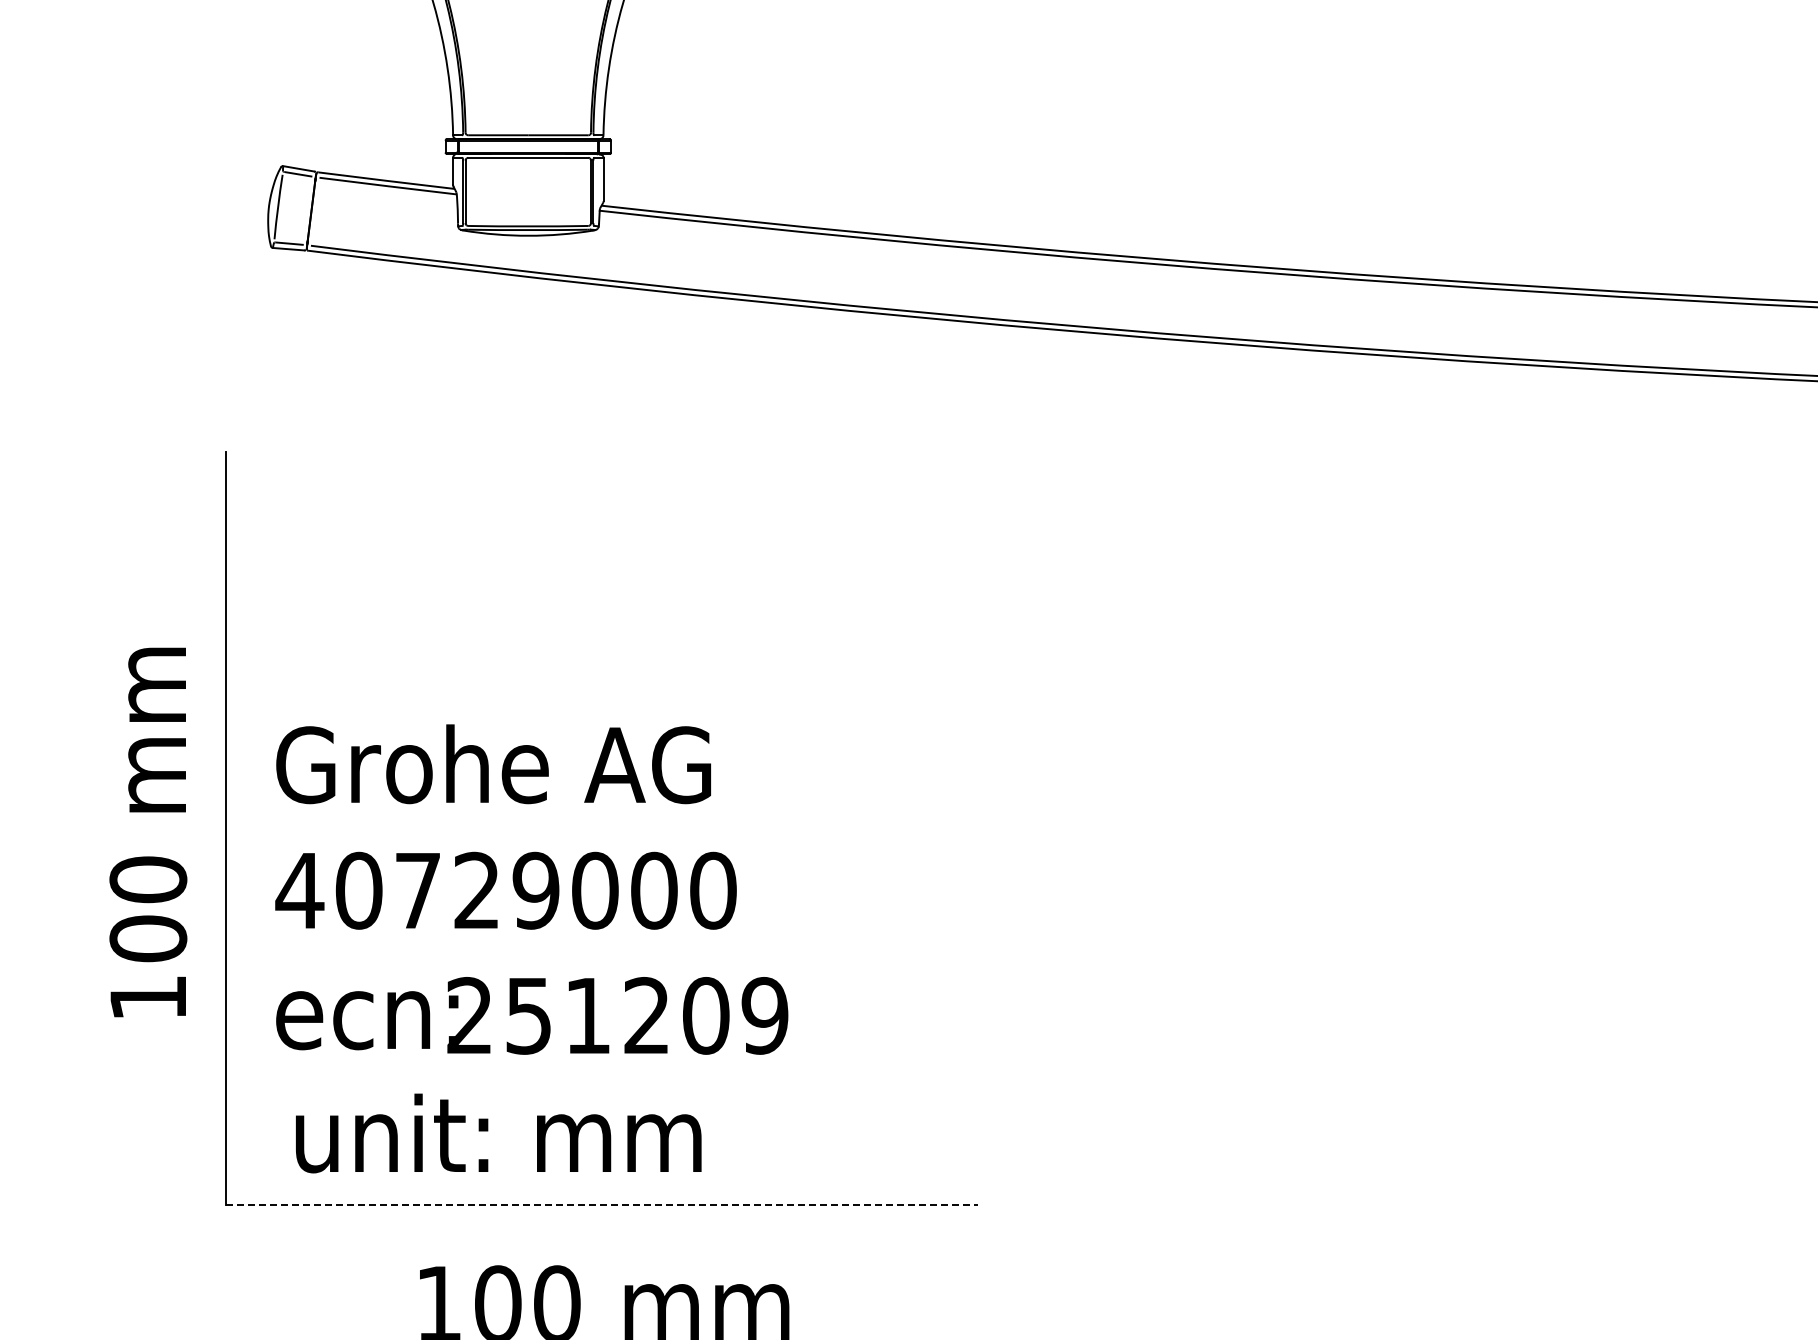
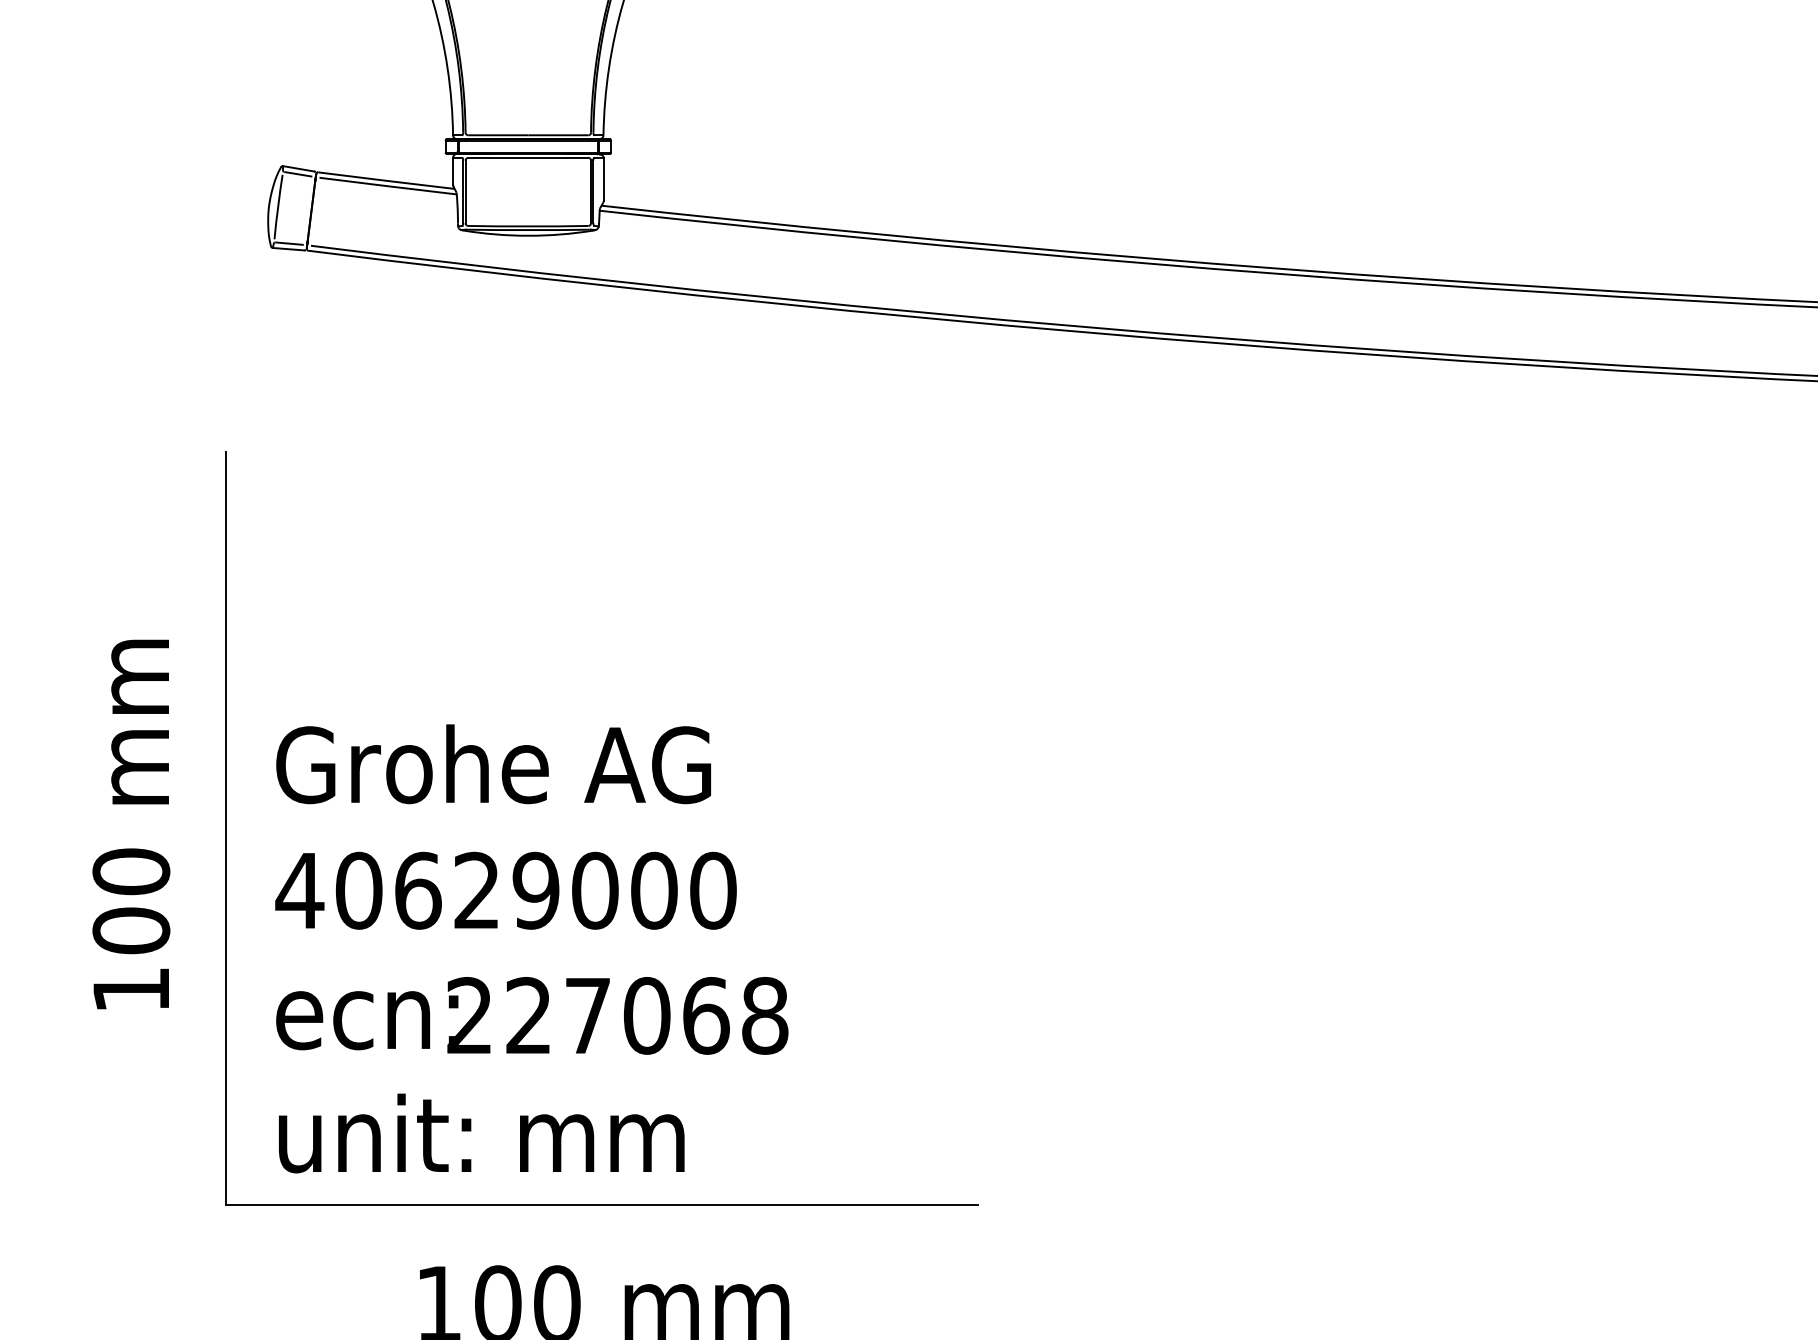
text at (148, 832) position: (148, 832) -> (131, 824)
text at (418, 890): 40729000 -> 40629000
text at (647, 1015): 251209 -> 227068
text at (498, 1133) position: (498, 1133) -> (481, 1133)
line at (602, 1204): dashed -> solid
